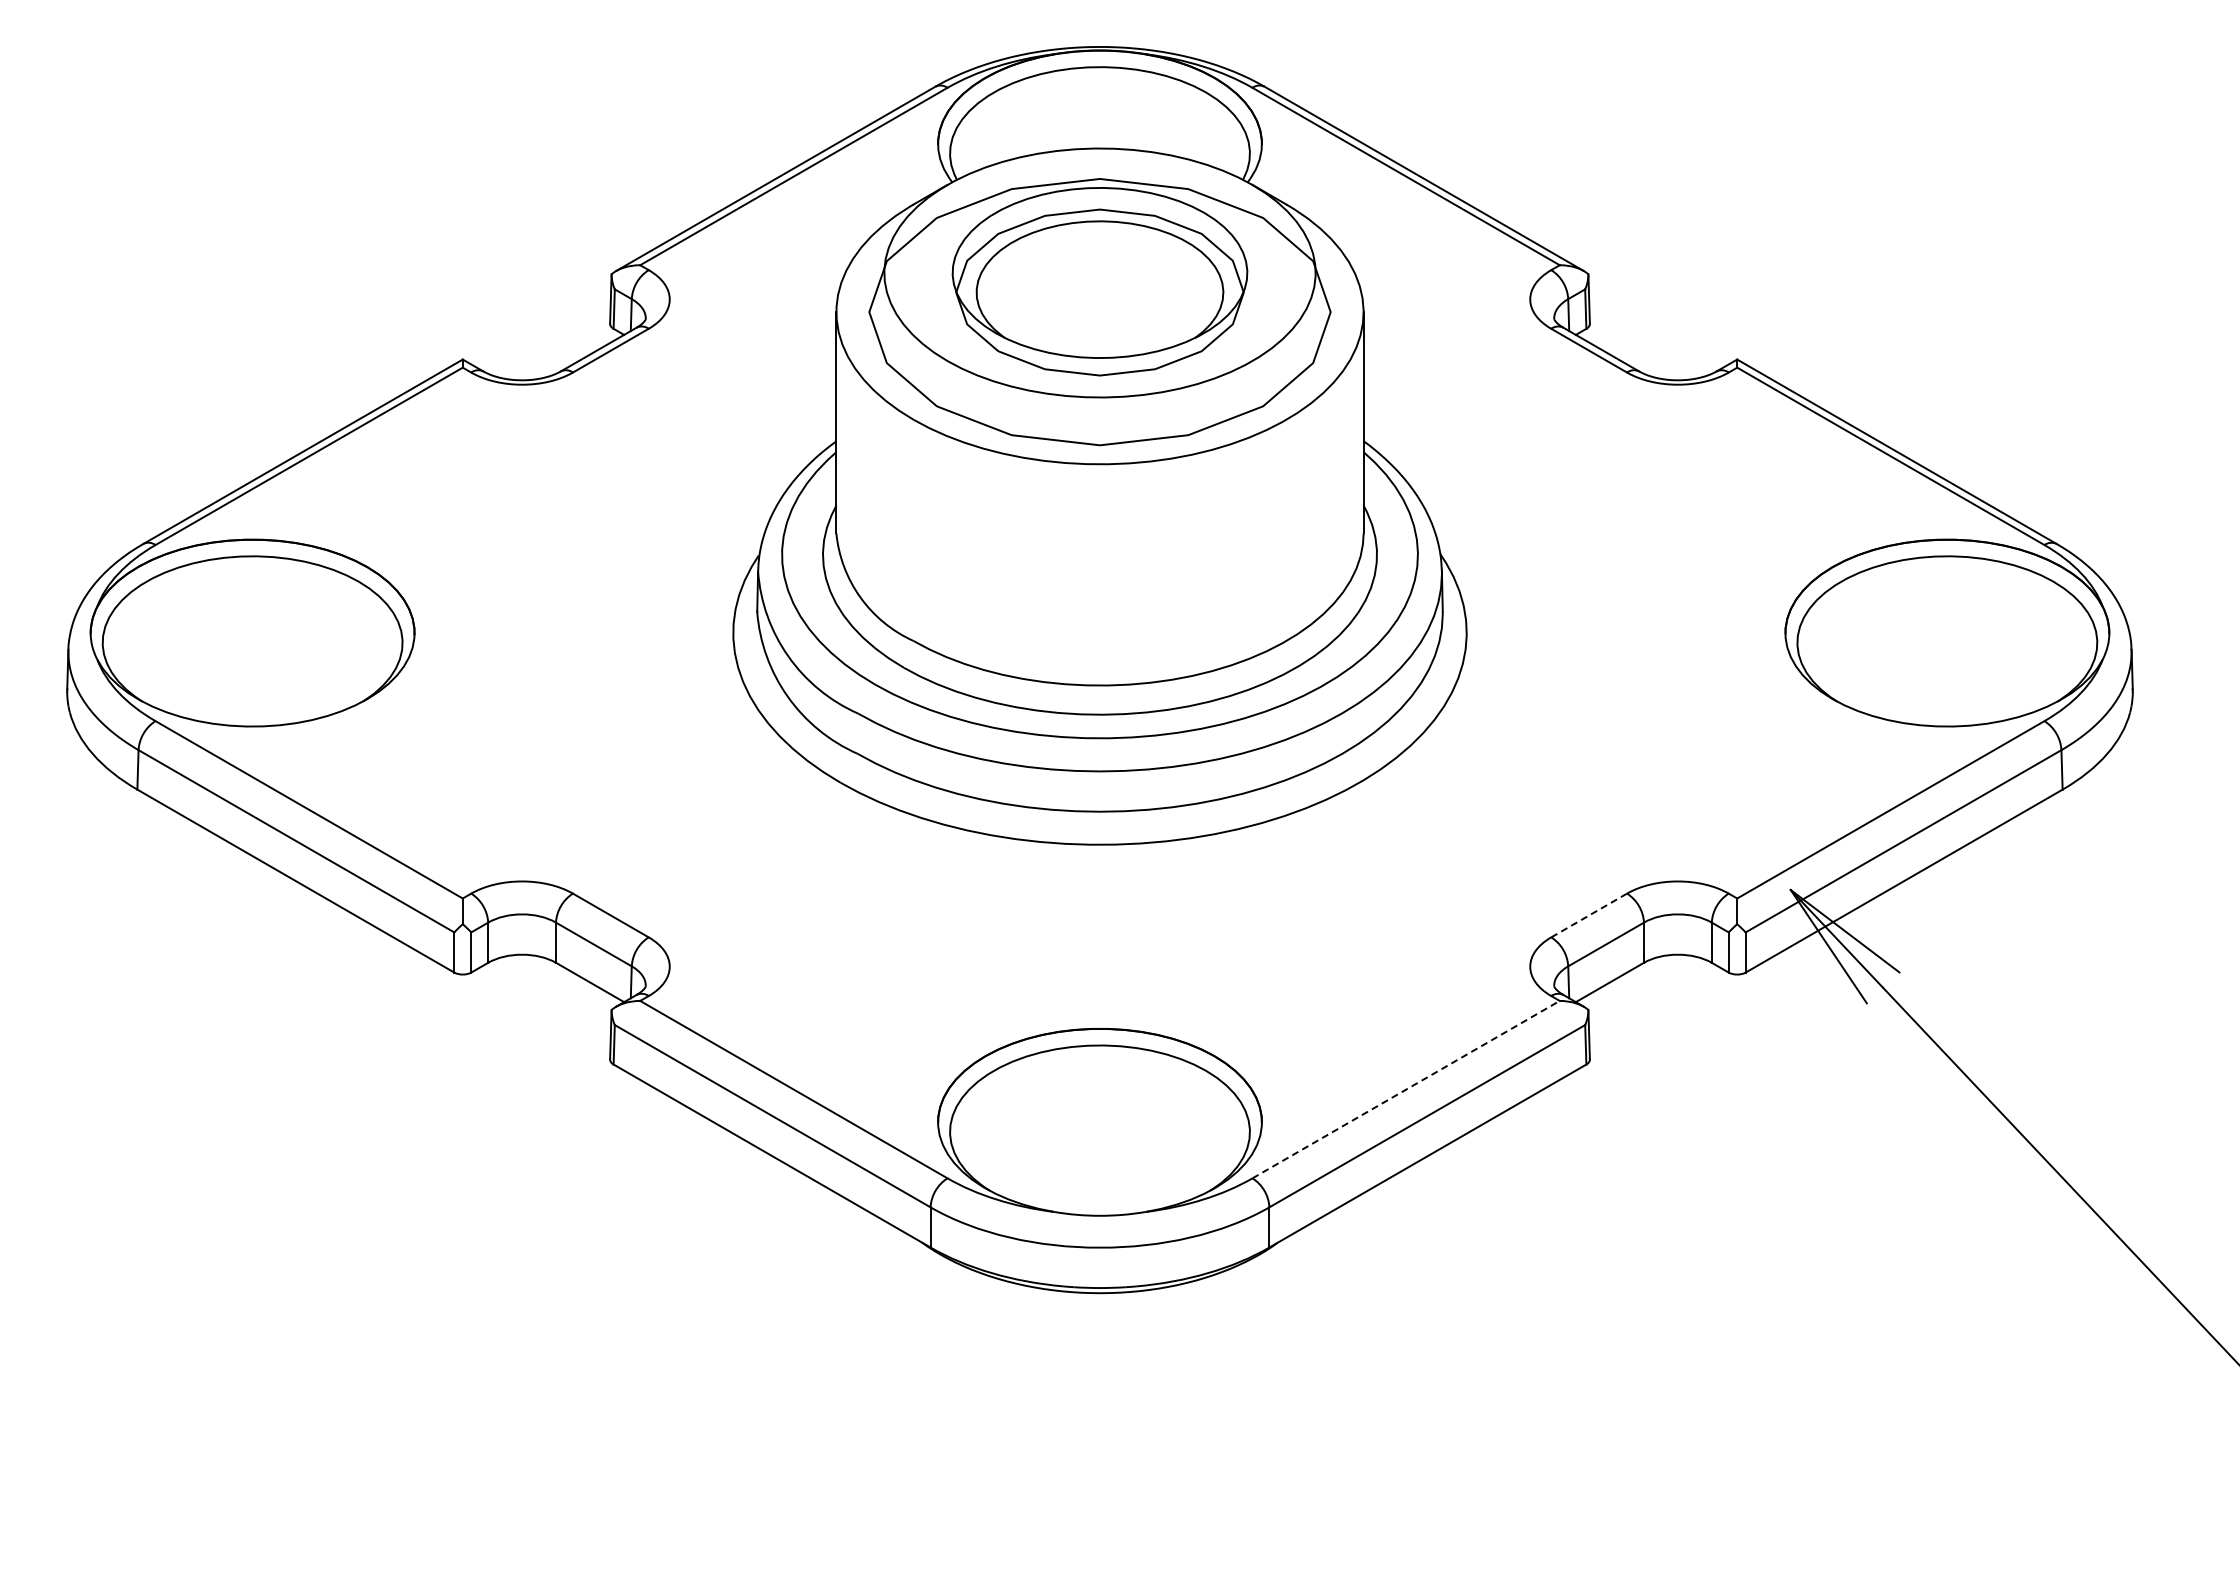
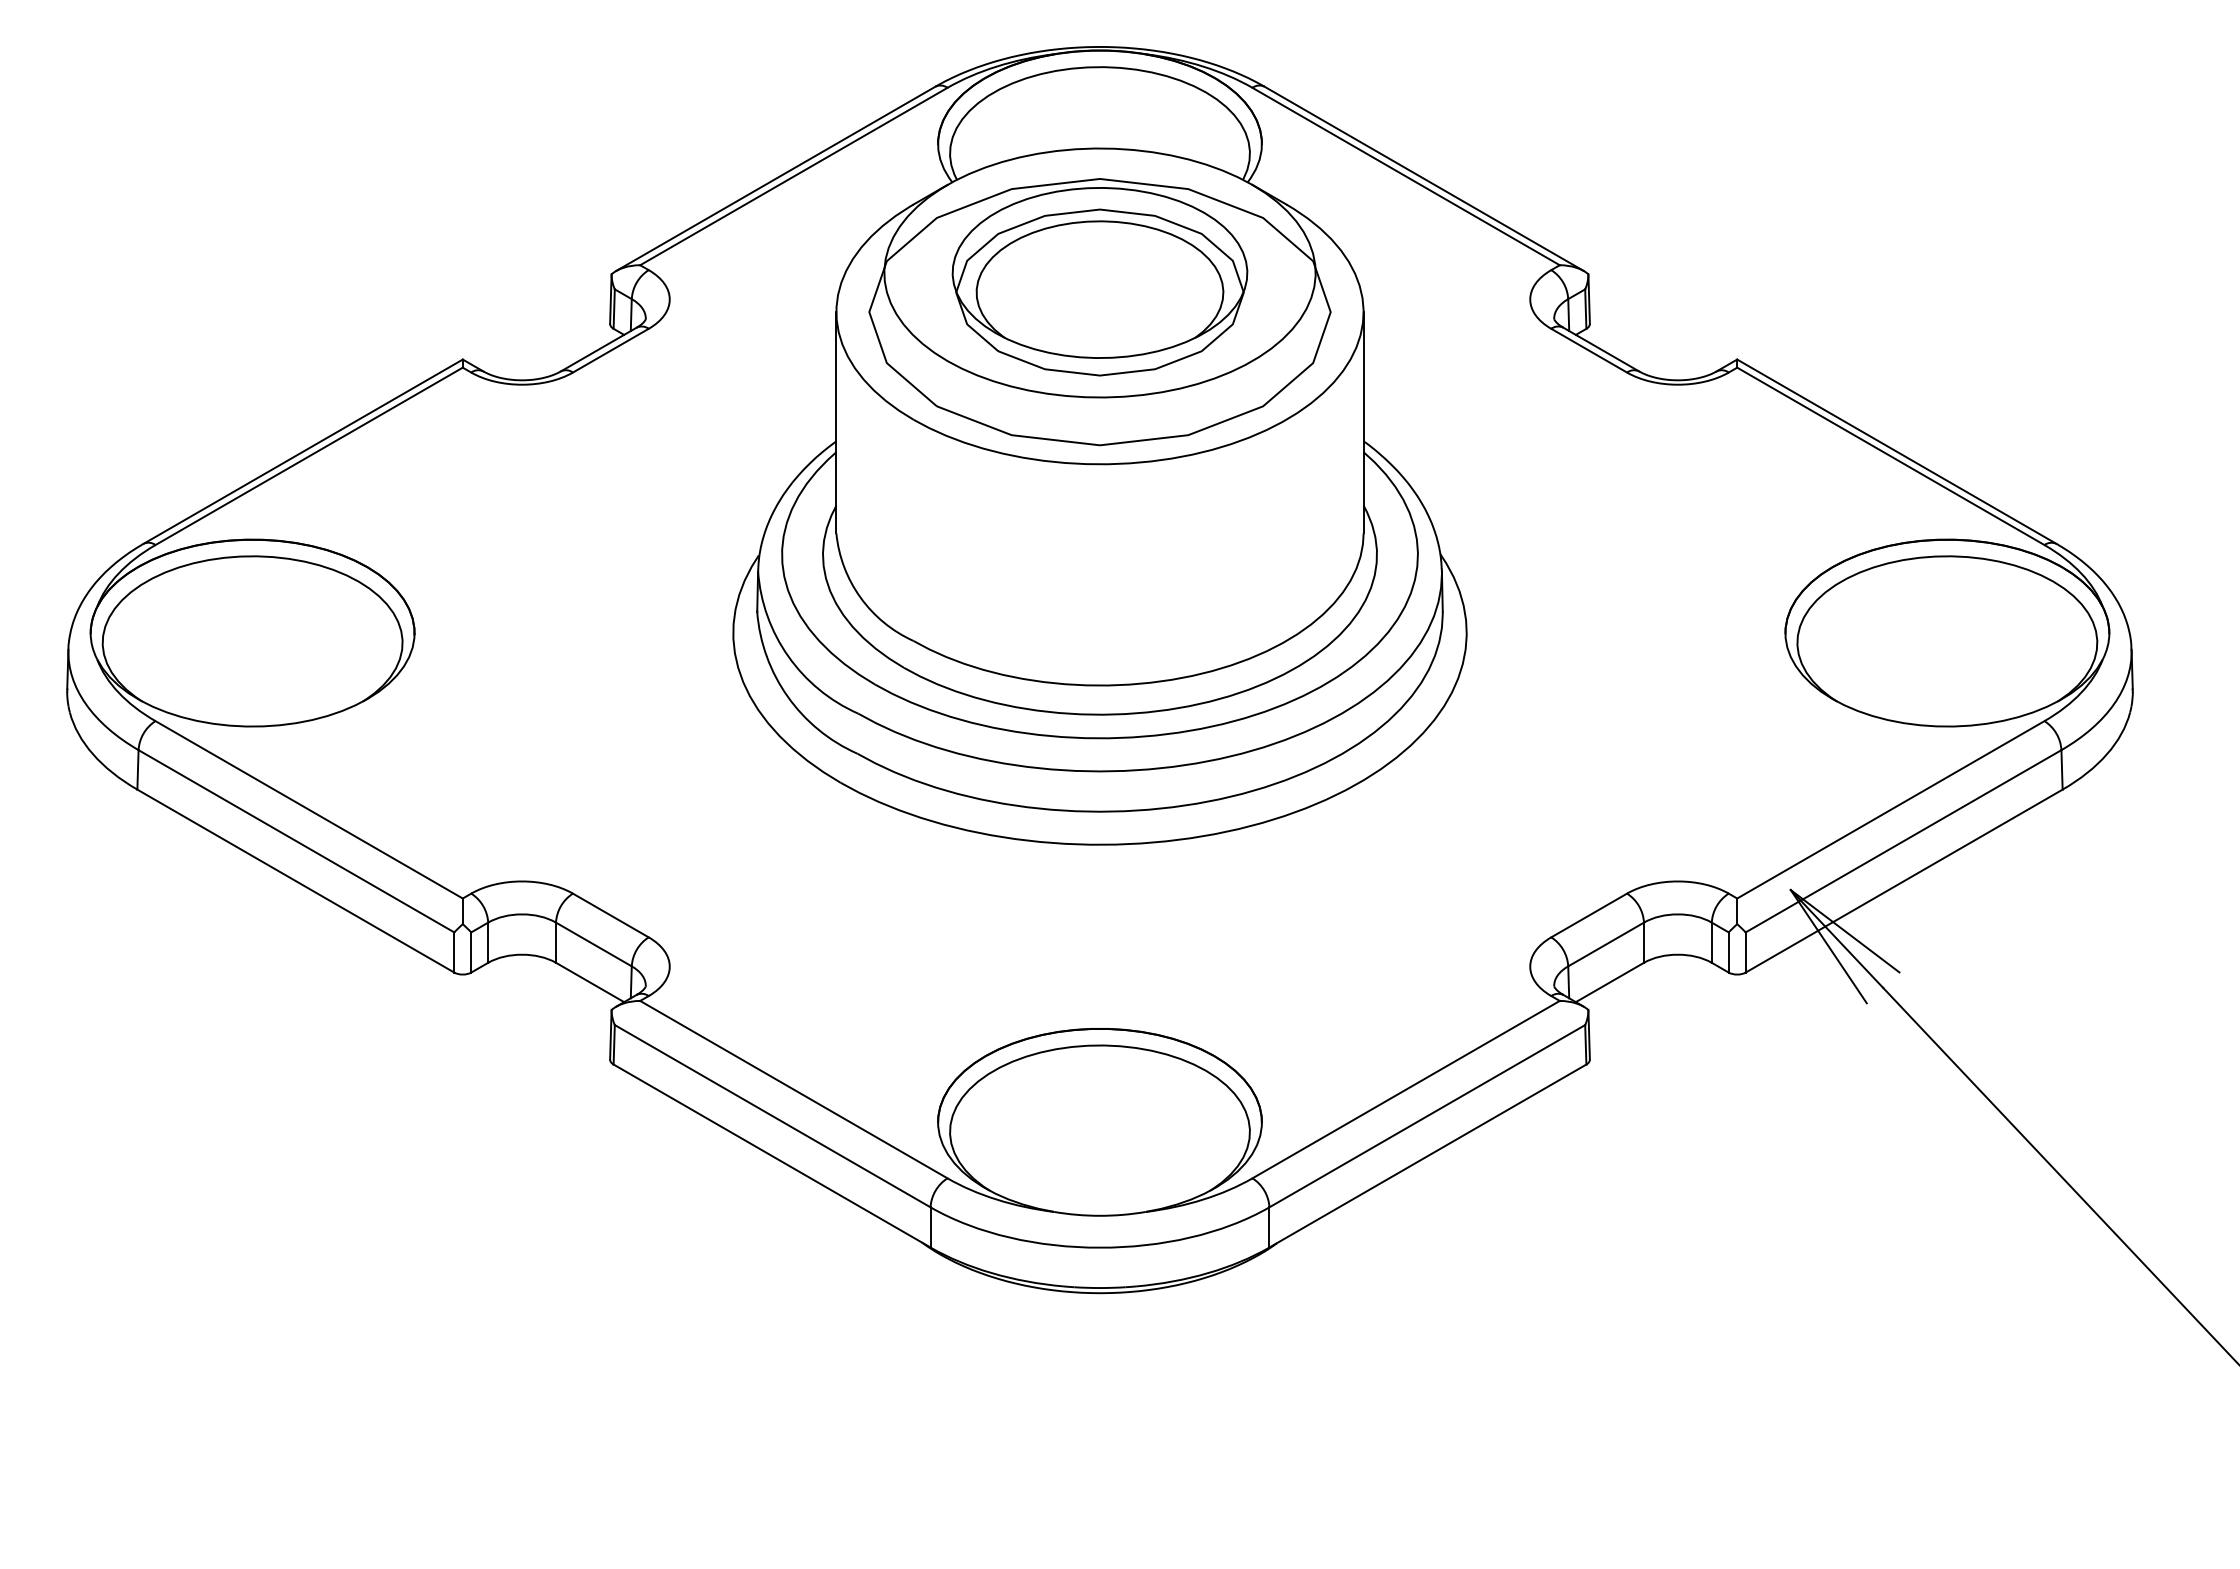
line at (1589, 915): dashed -> solid
line at (1406, 1089): dashed -> solid
